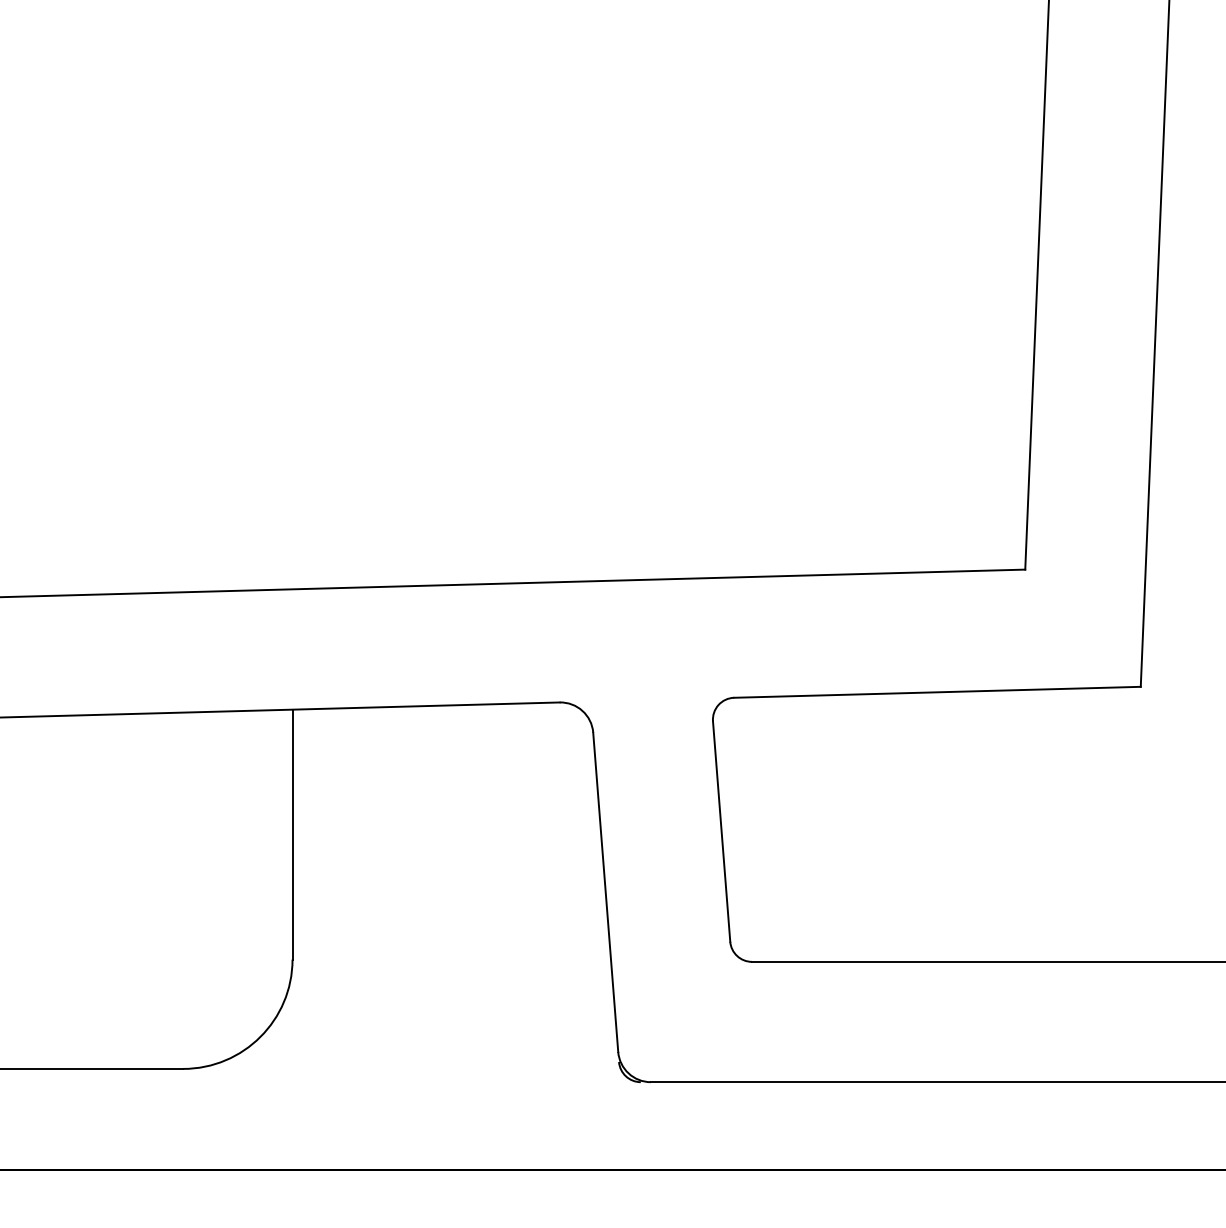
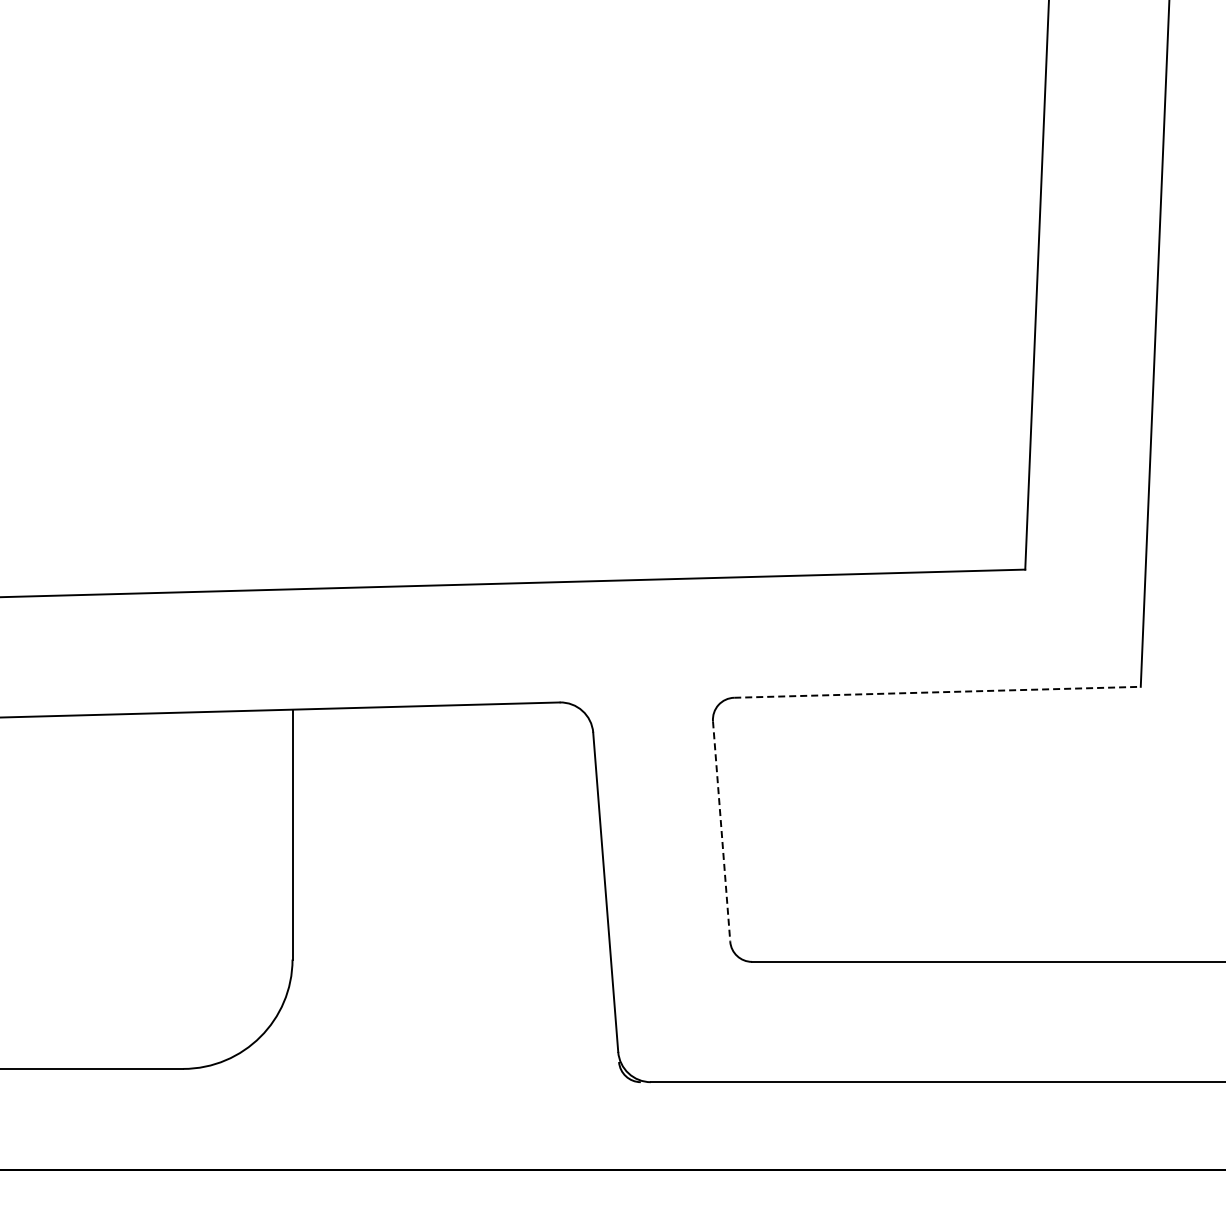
line at (937, 692): solid -> dashed
line at (721, 831): solid -> dashed
